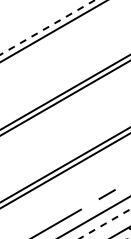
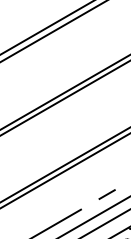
line at (47, 27): dashed -> solid
line at (105, 223): dashed -> solid
